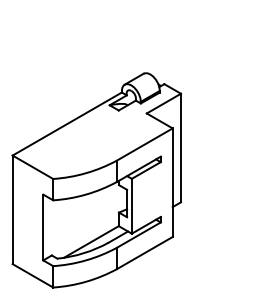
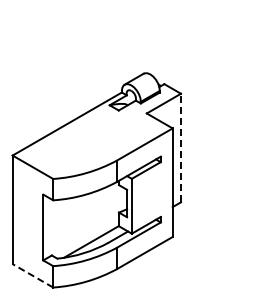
line at (180, 147): solid -> dashed
line at (32, 275): solid -> dashed
